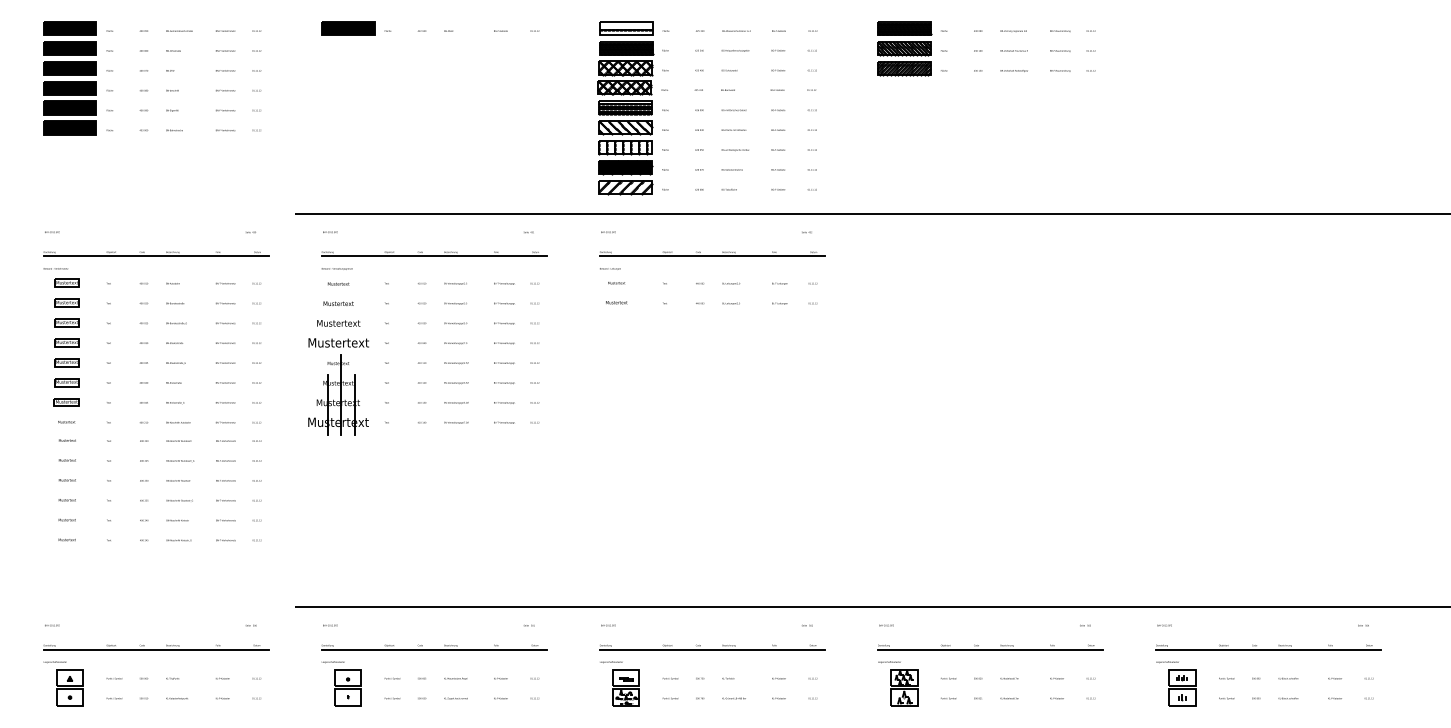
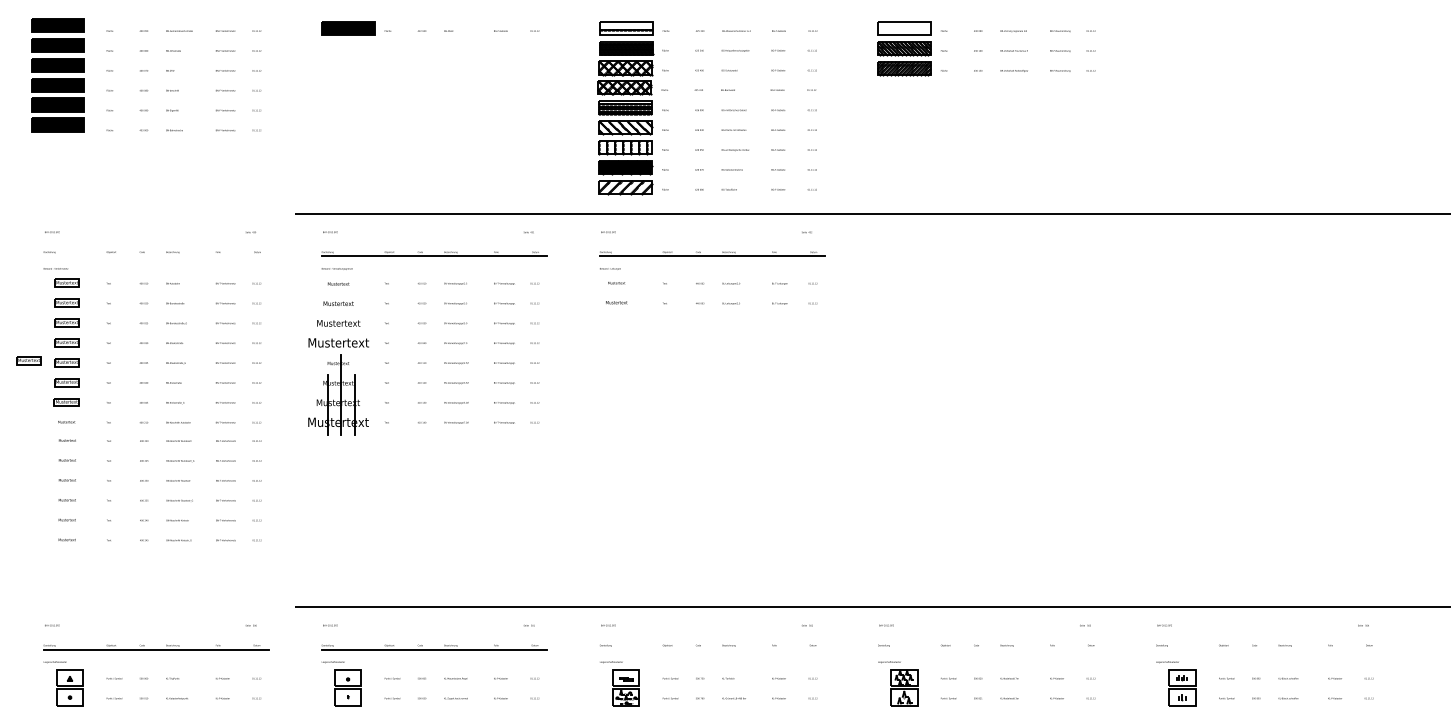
hatch at (903, 28): present -> none
part at (69, 78) position: (69, 78) -> (57, 75)
line at (155, 256): present -> none
part at (28, 360): none -> present
line at (711, 649): present -> none
line at (989, 649): present -> none
line at (1267, 649): present -> none
